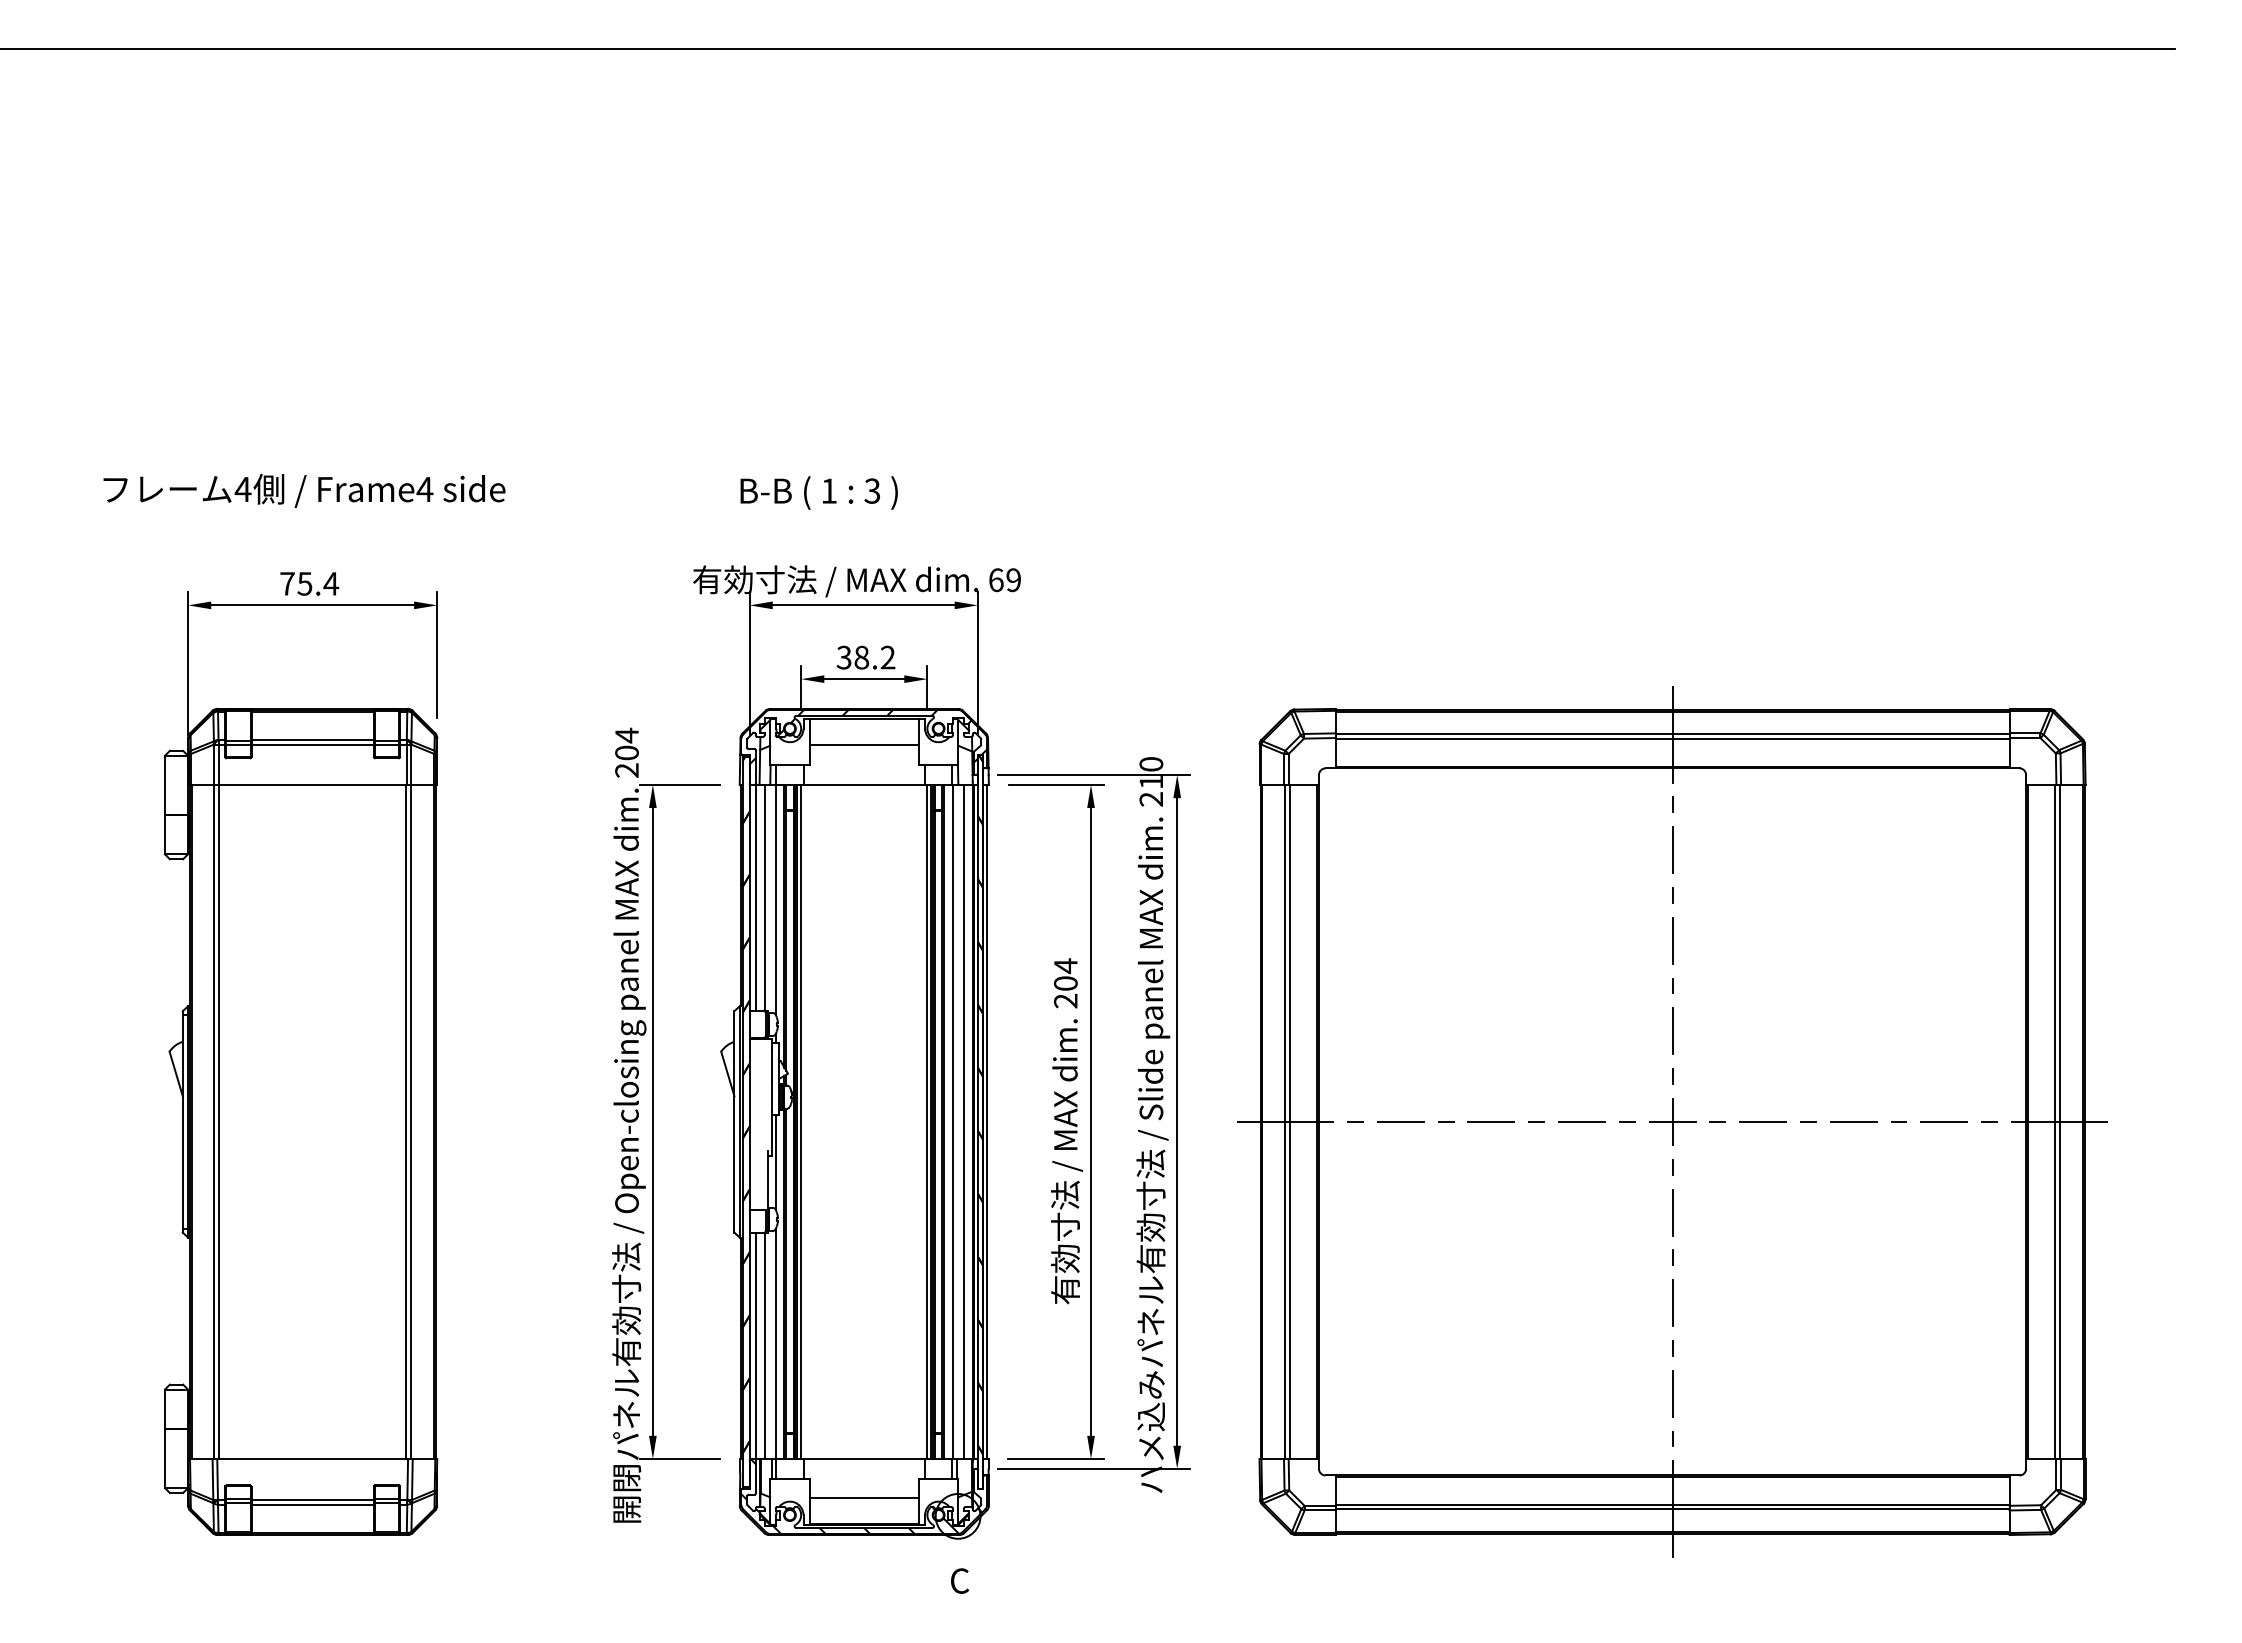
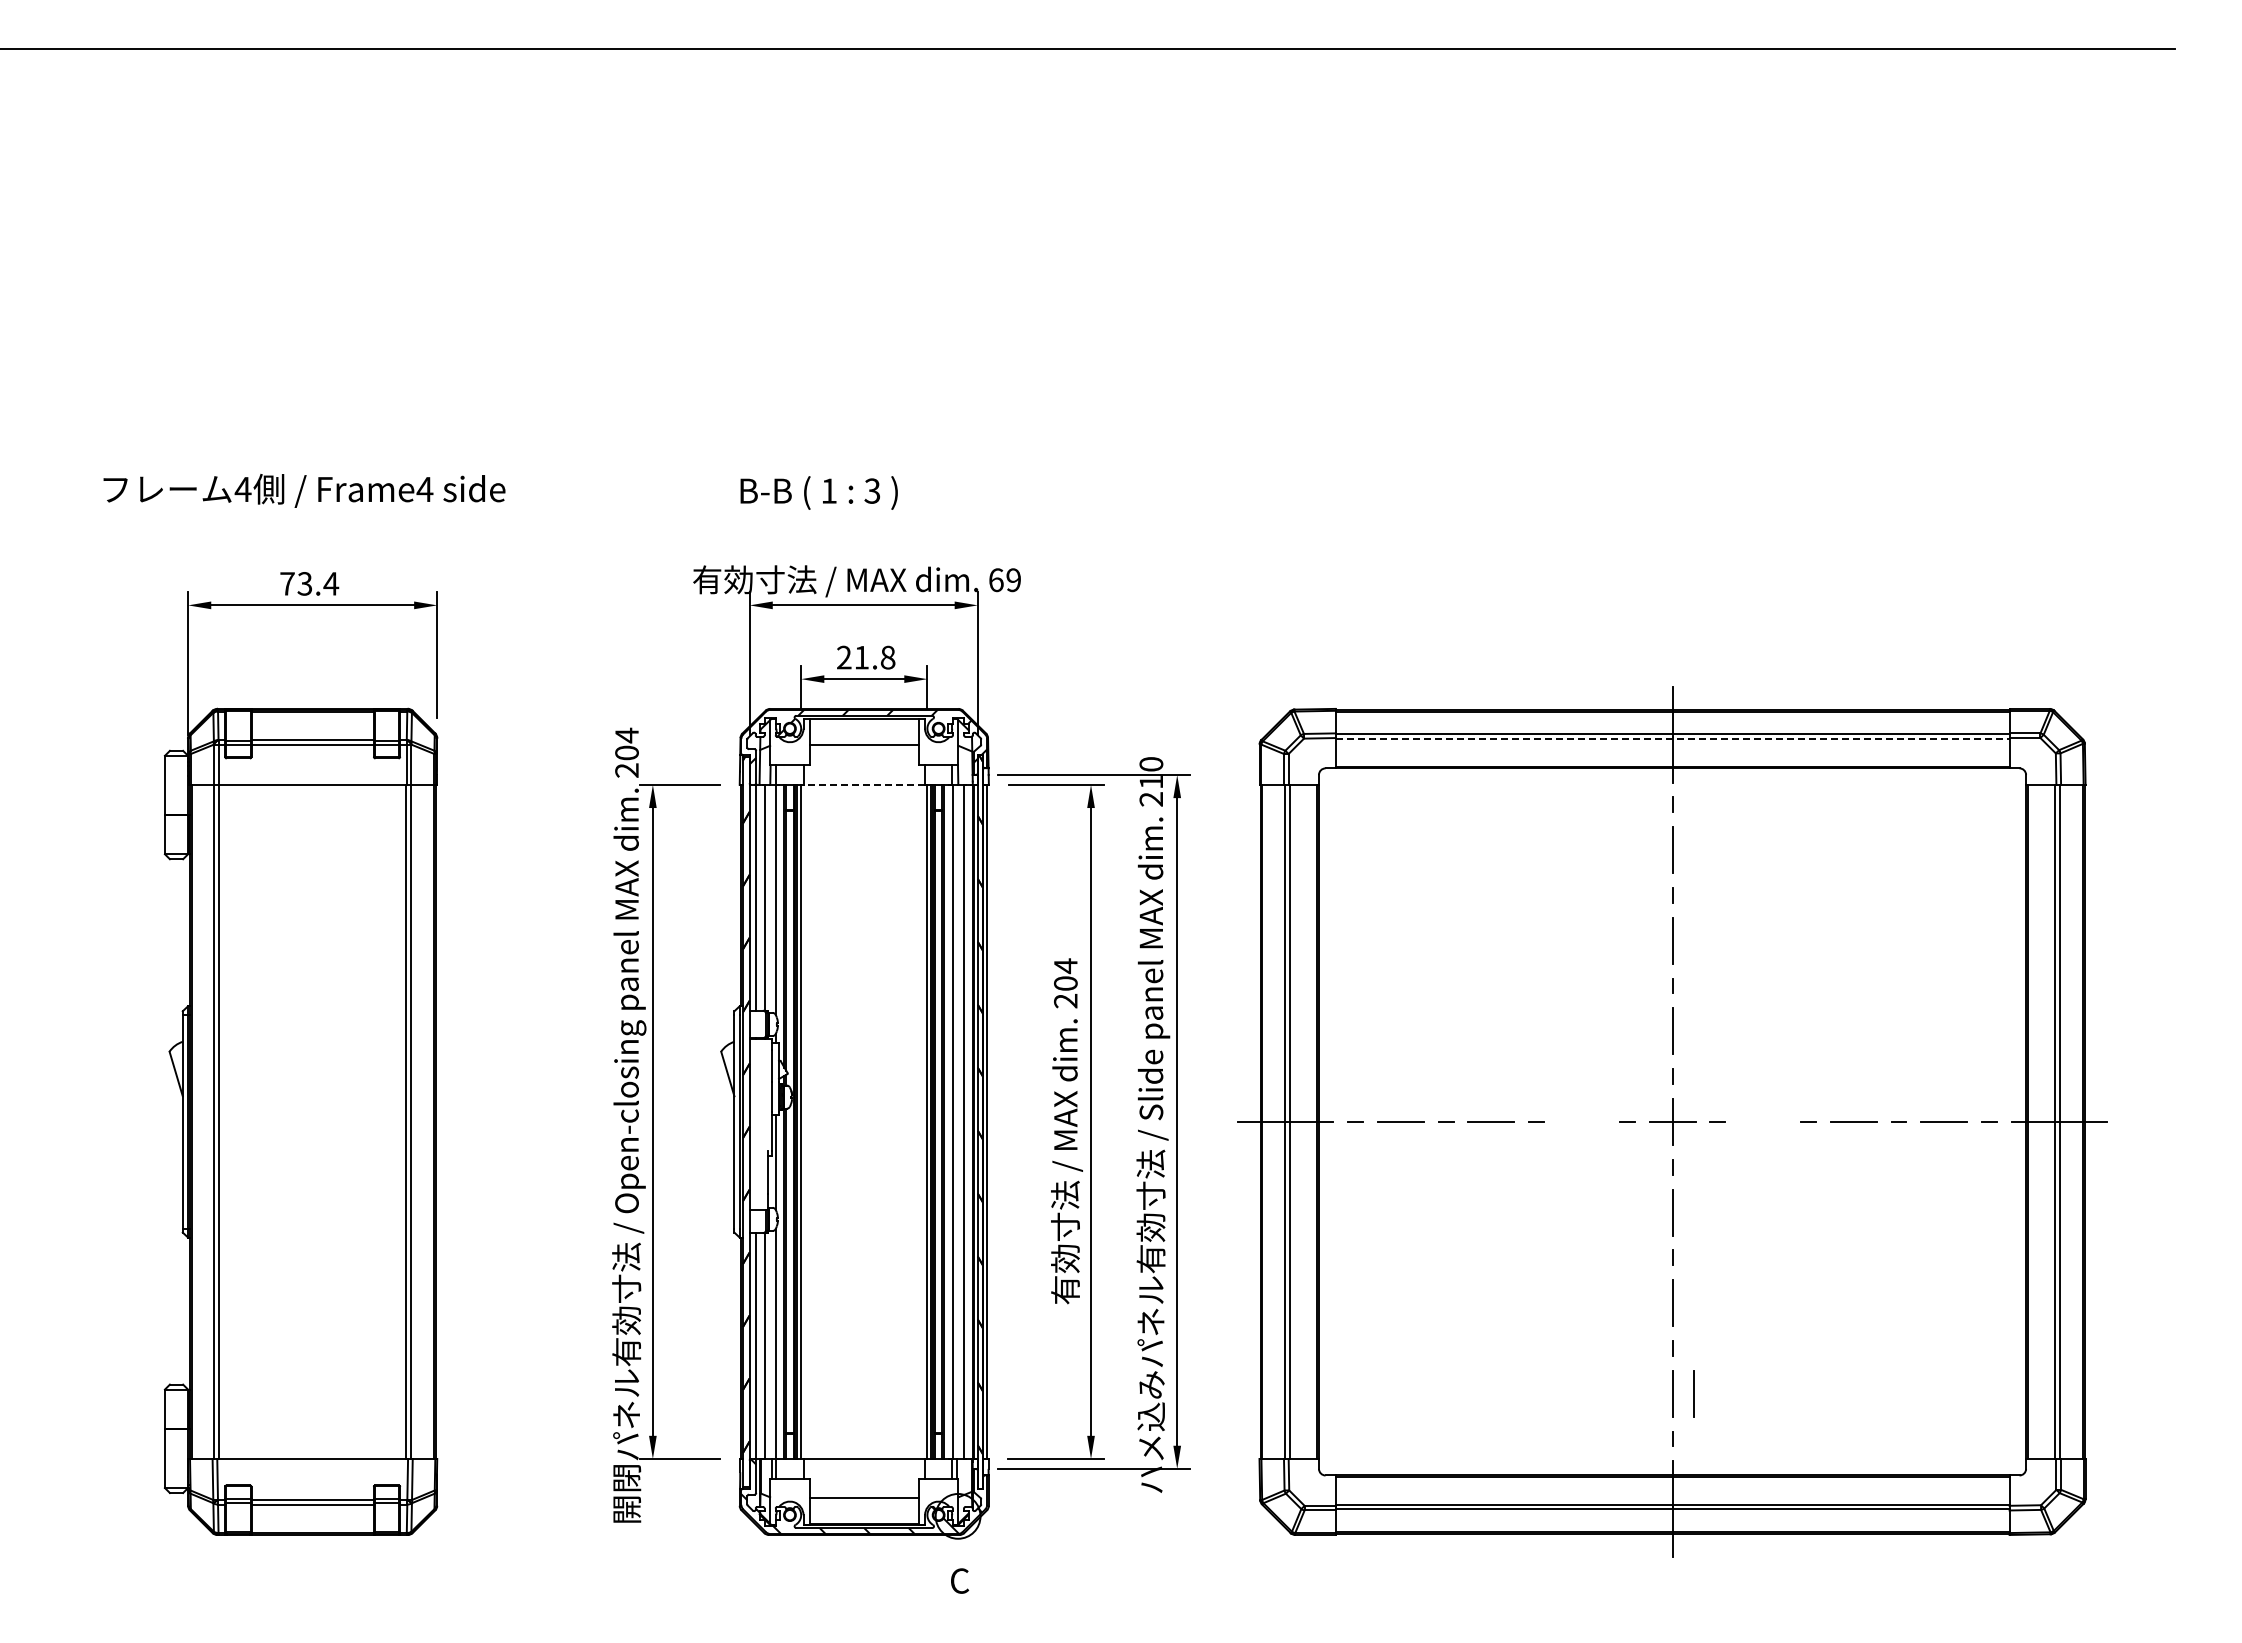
text at (305, 583): 75.4 -> 73.4
text at (865, 657): 38.2 -> 21.8
line at (1673, 739): solid -> dashed
line at (864, 784): solid -> dashed
line at (1581, 1121): present -> none
line at (1763, 1121): present -> none
line at (1693, 1393): none -> present
